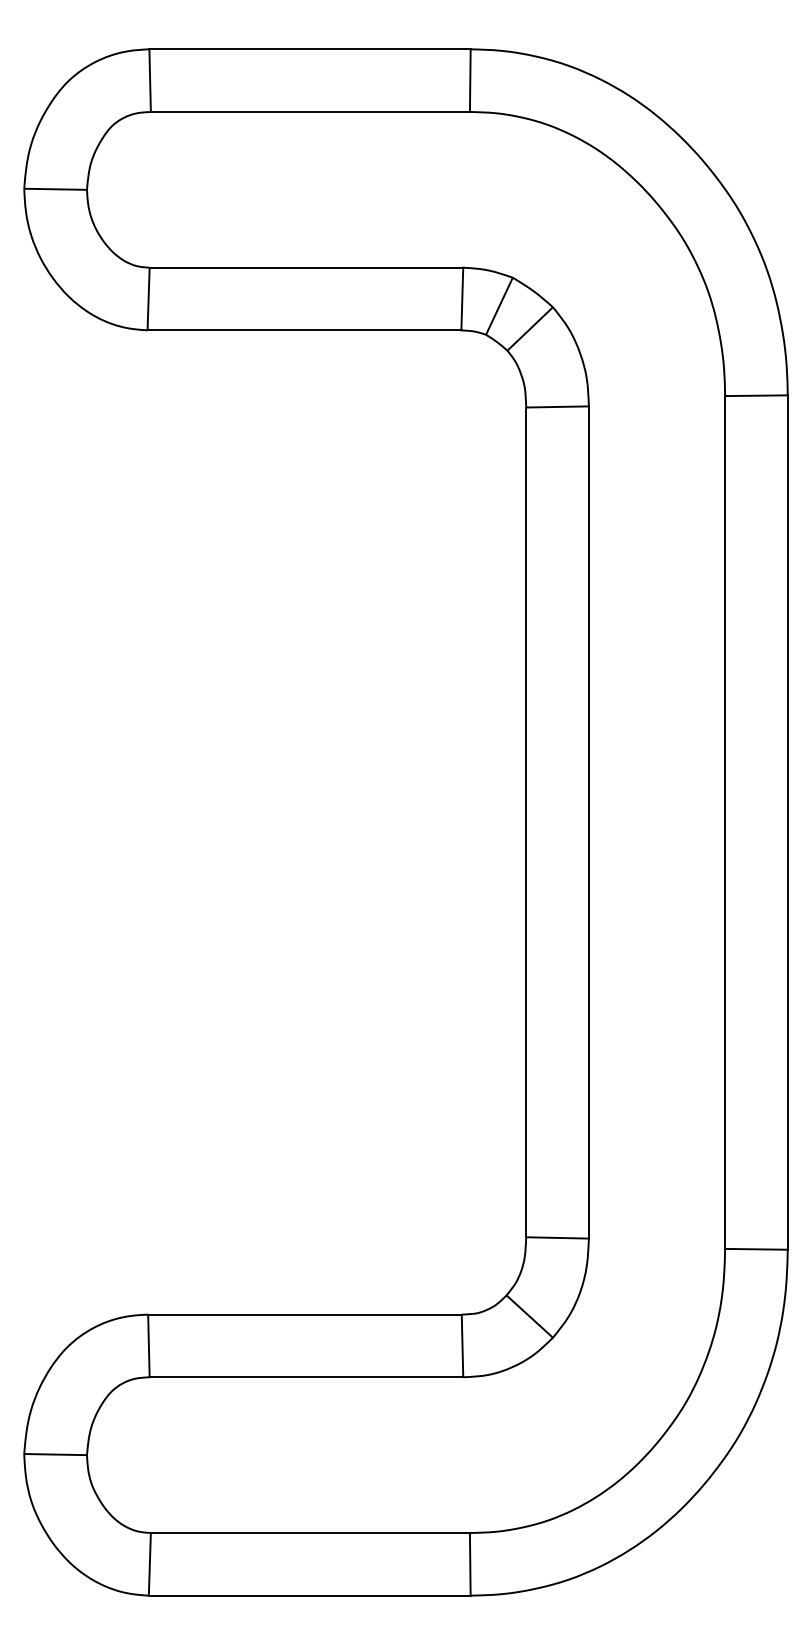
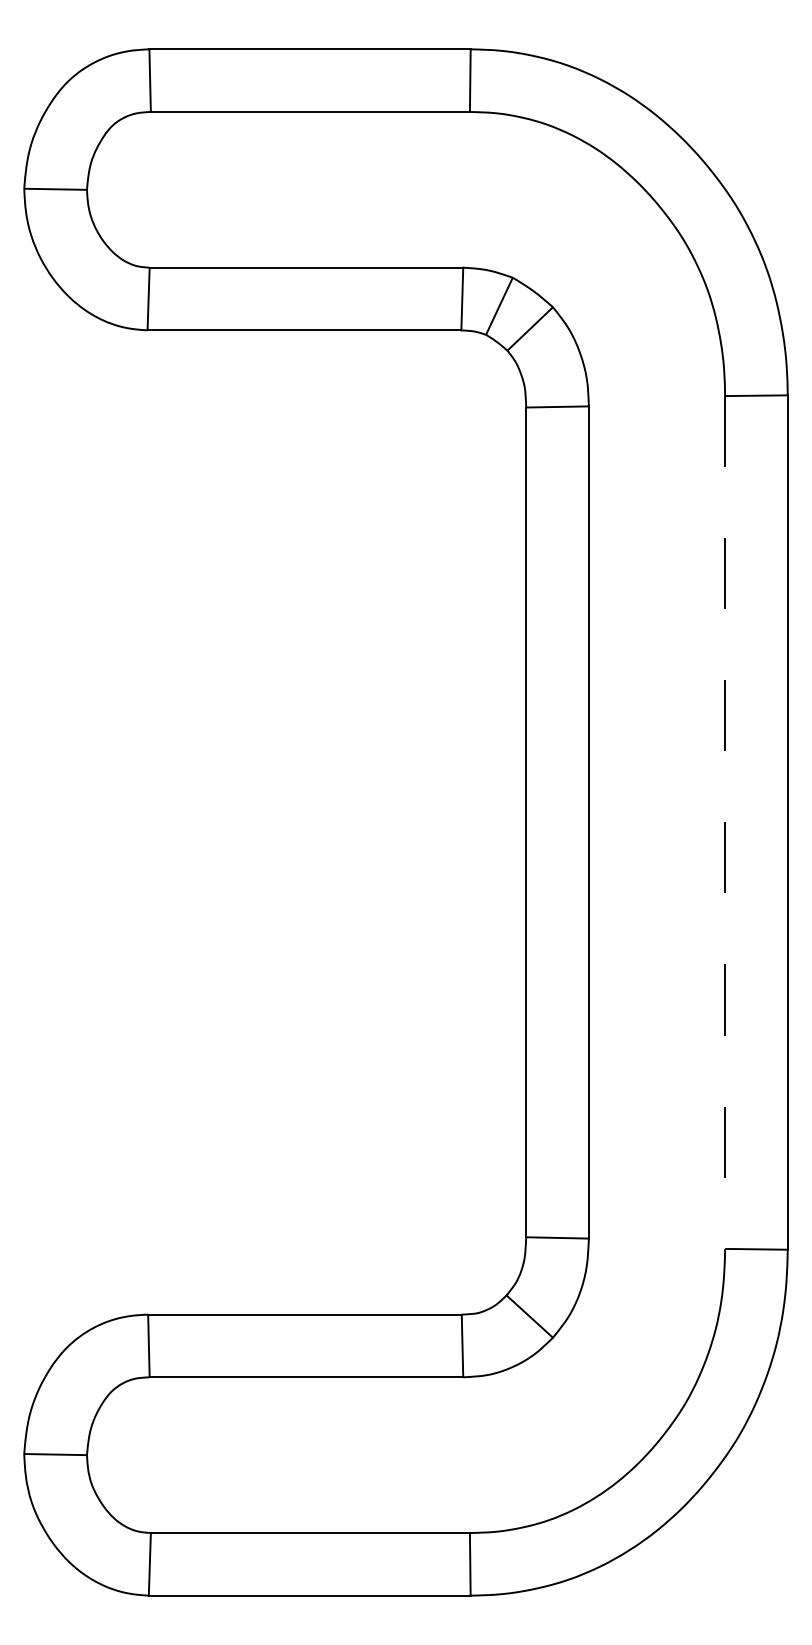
line at (725, 822): solid -> dashed
